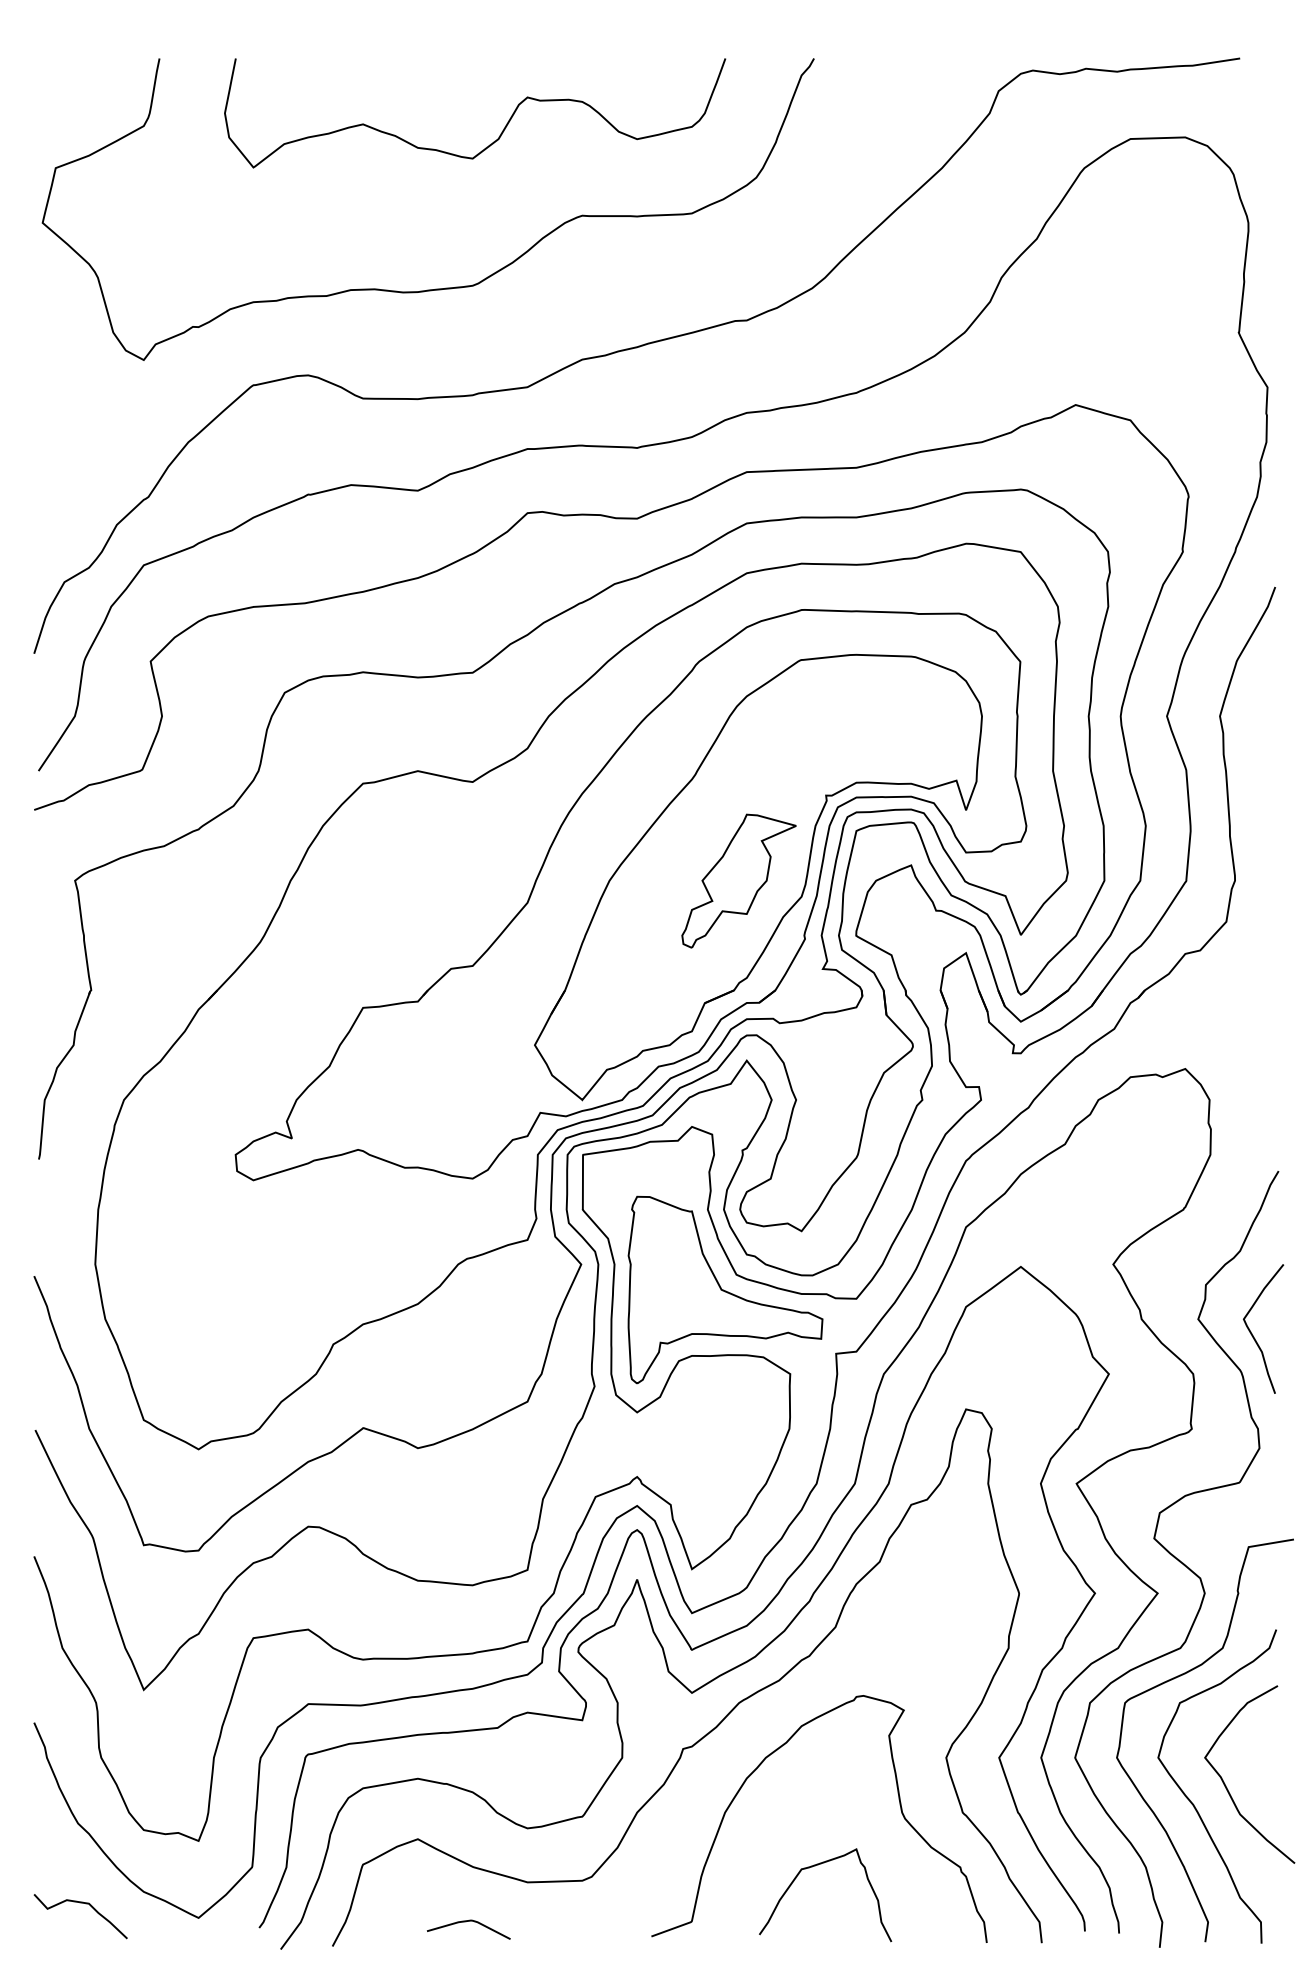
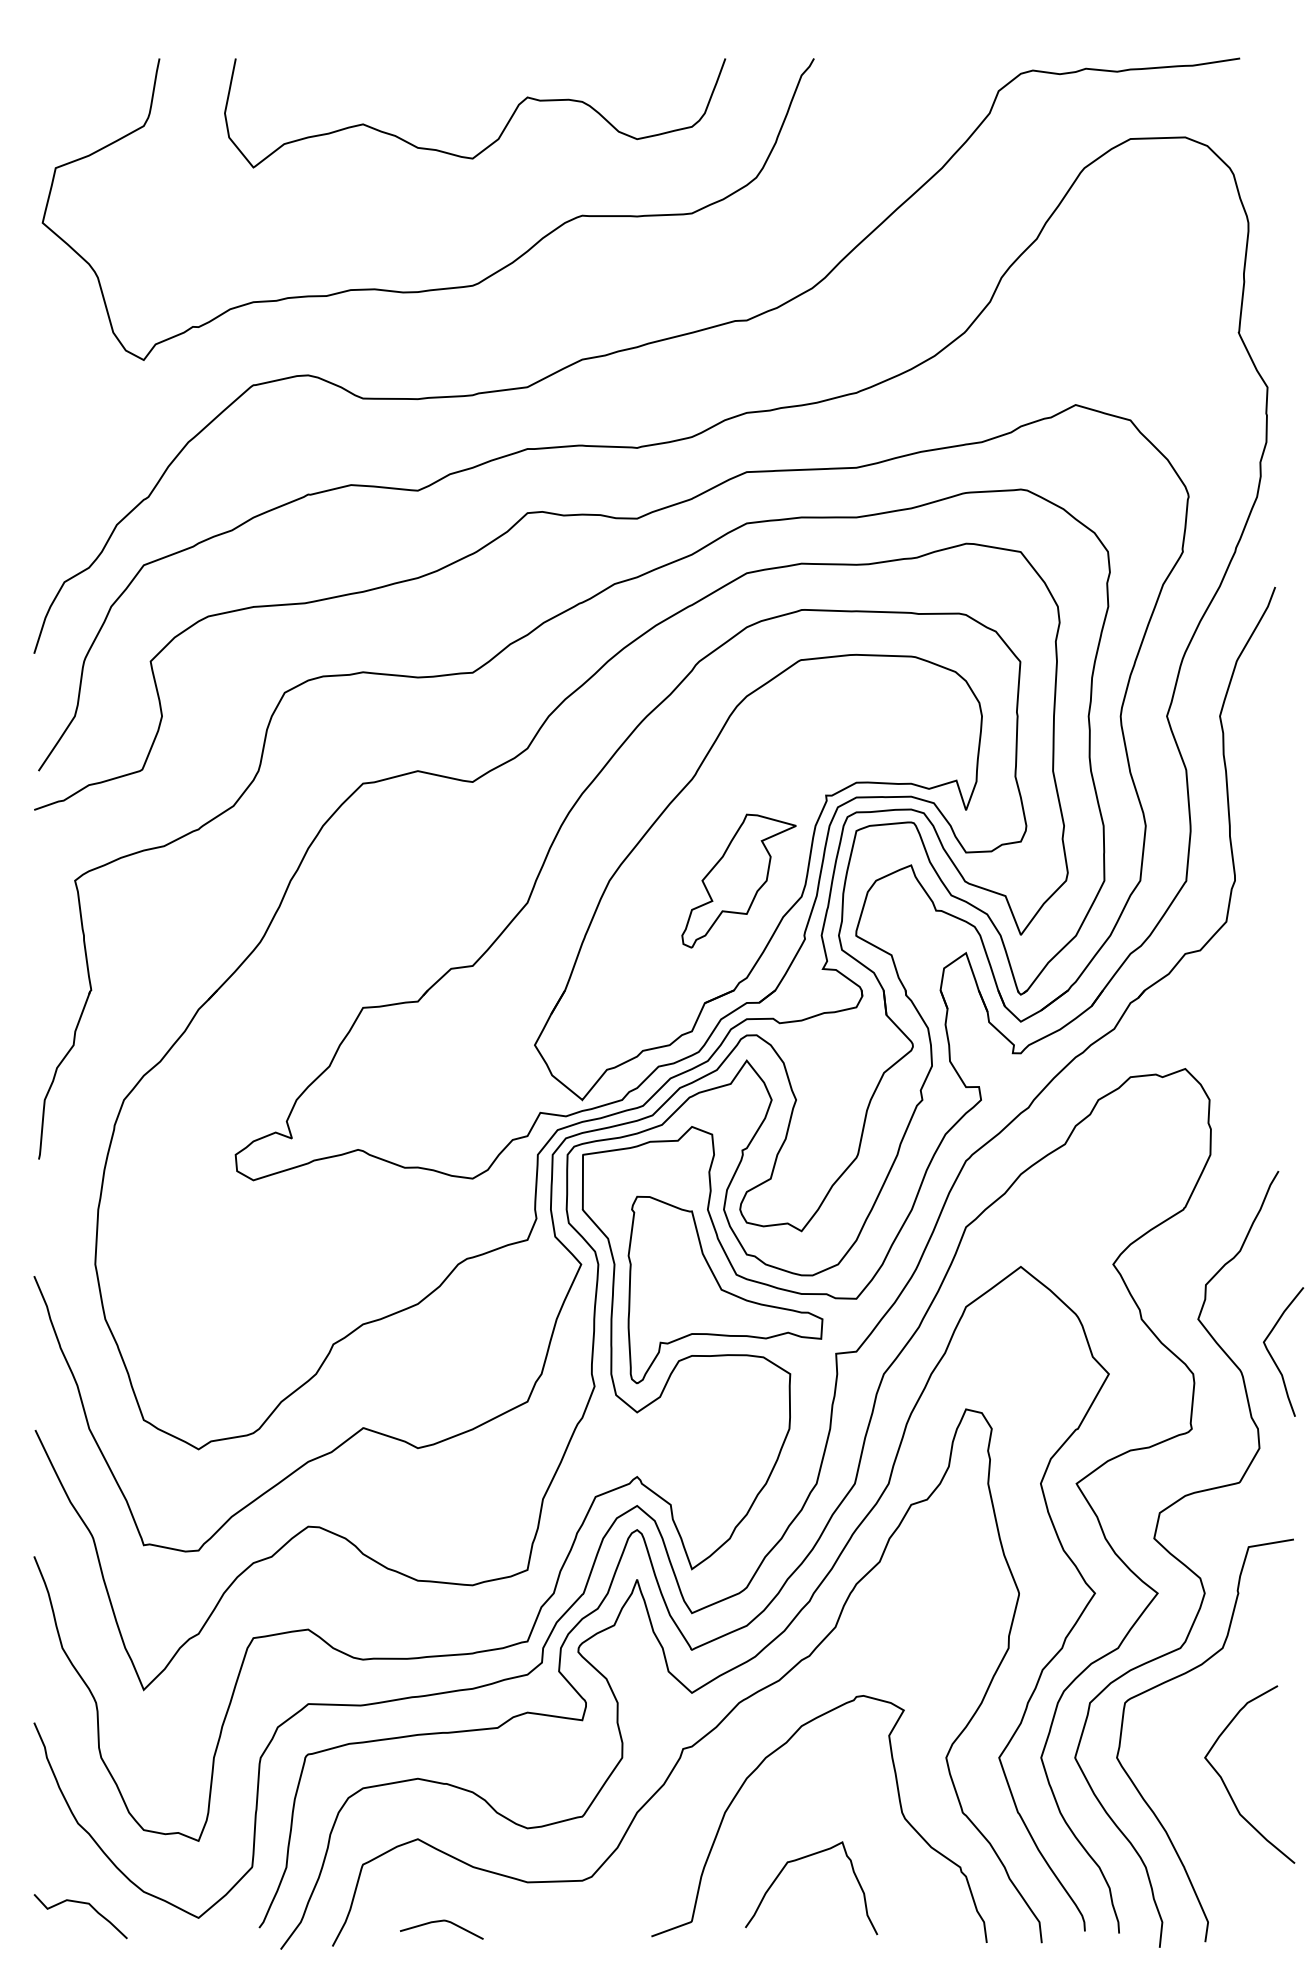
curve at (1252, 1333) position: (1252, 1333) -> (1272, 1356)
curve at (1194, 1804): present -> none
curve at (815, 1866) position: (815, 1866) -> (801, 1859)
curve at (466, 1922) position: (466, 1922) -> (439, 1922)
